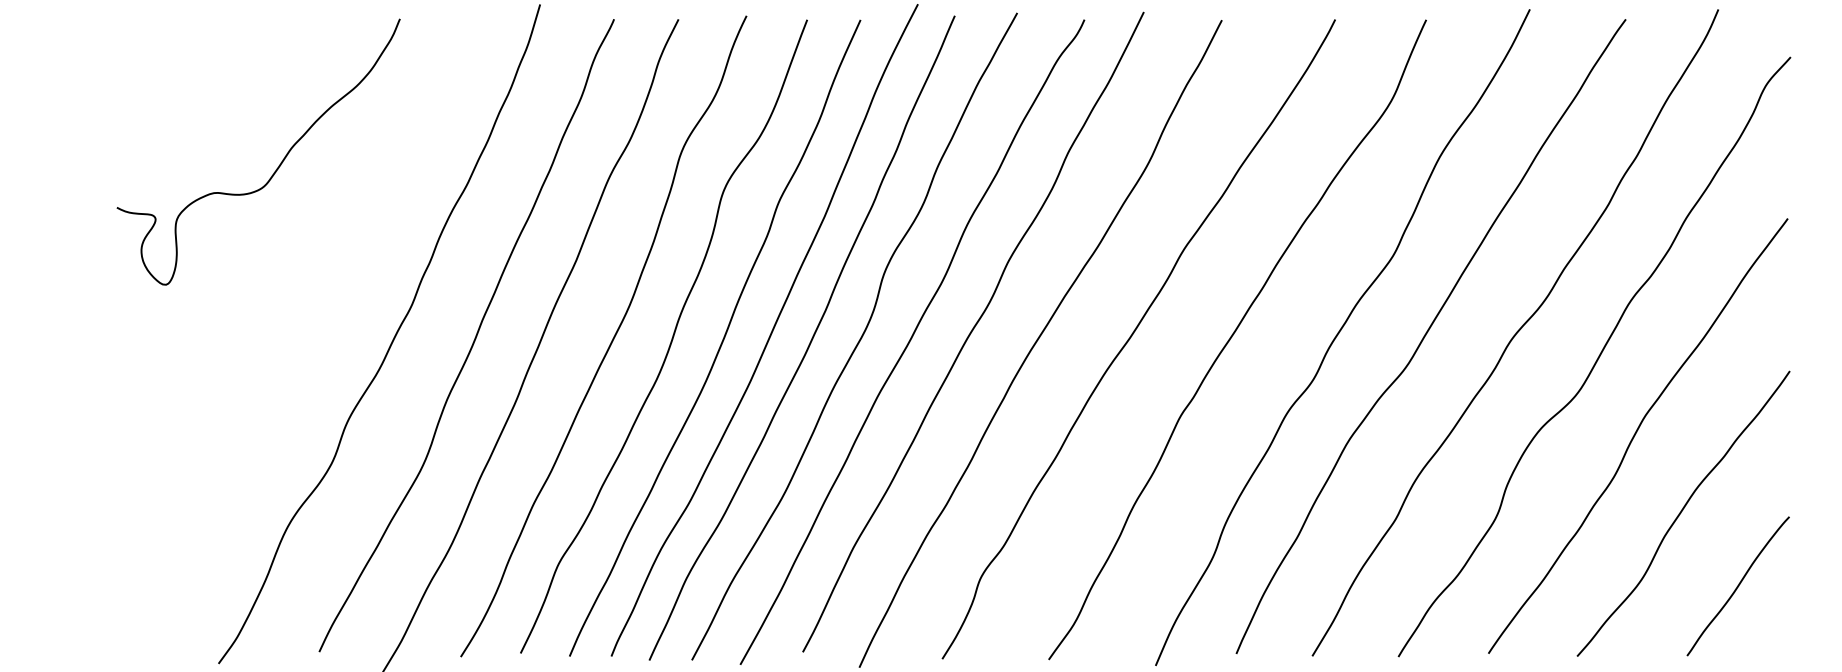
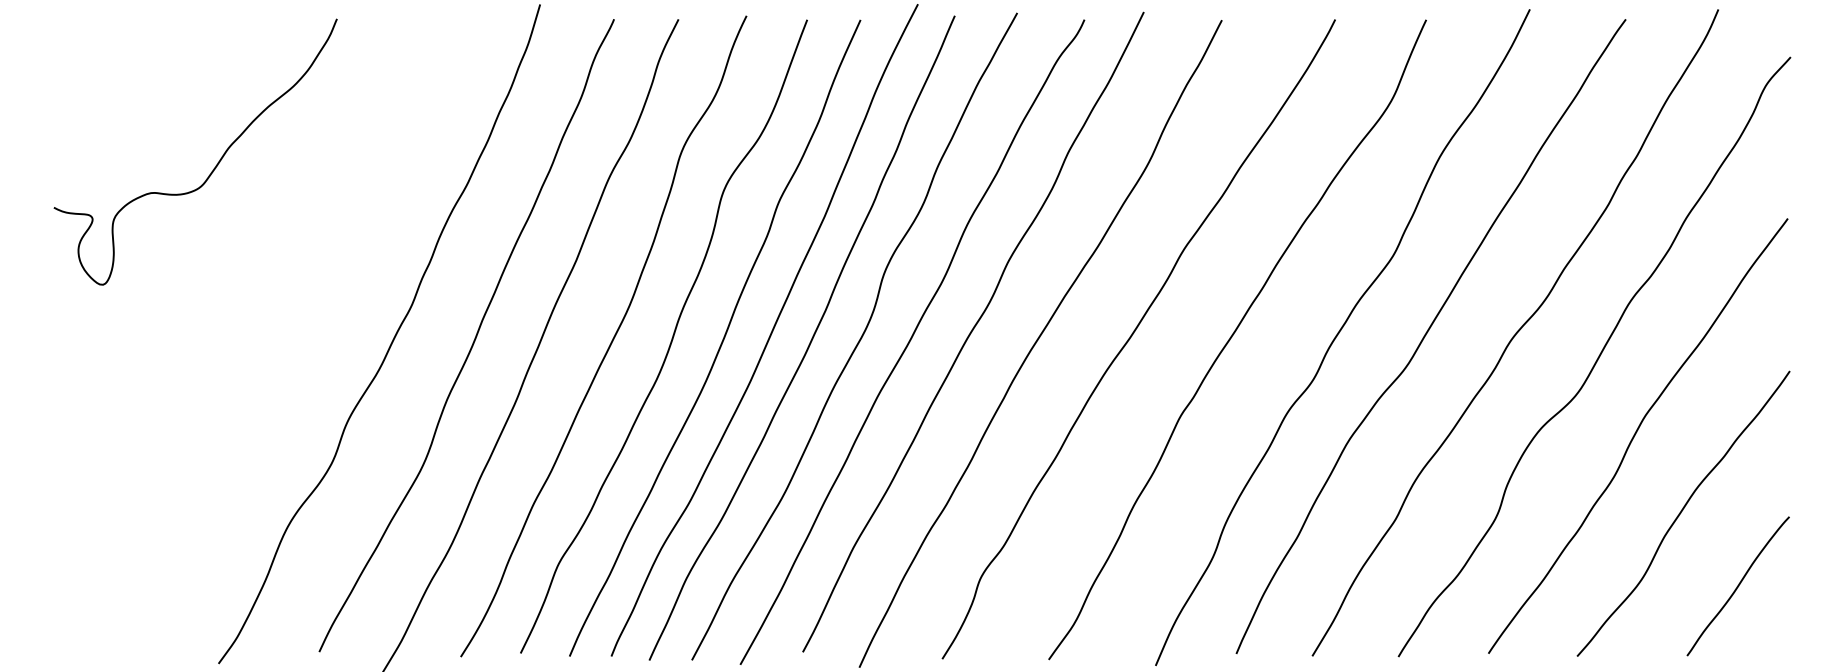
curve at (278, 165) position: (278, 165) -> (215, 165)
